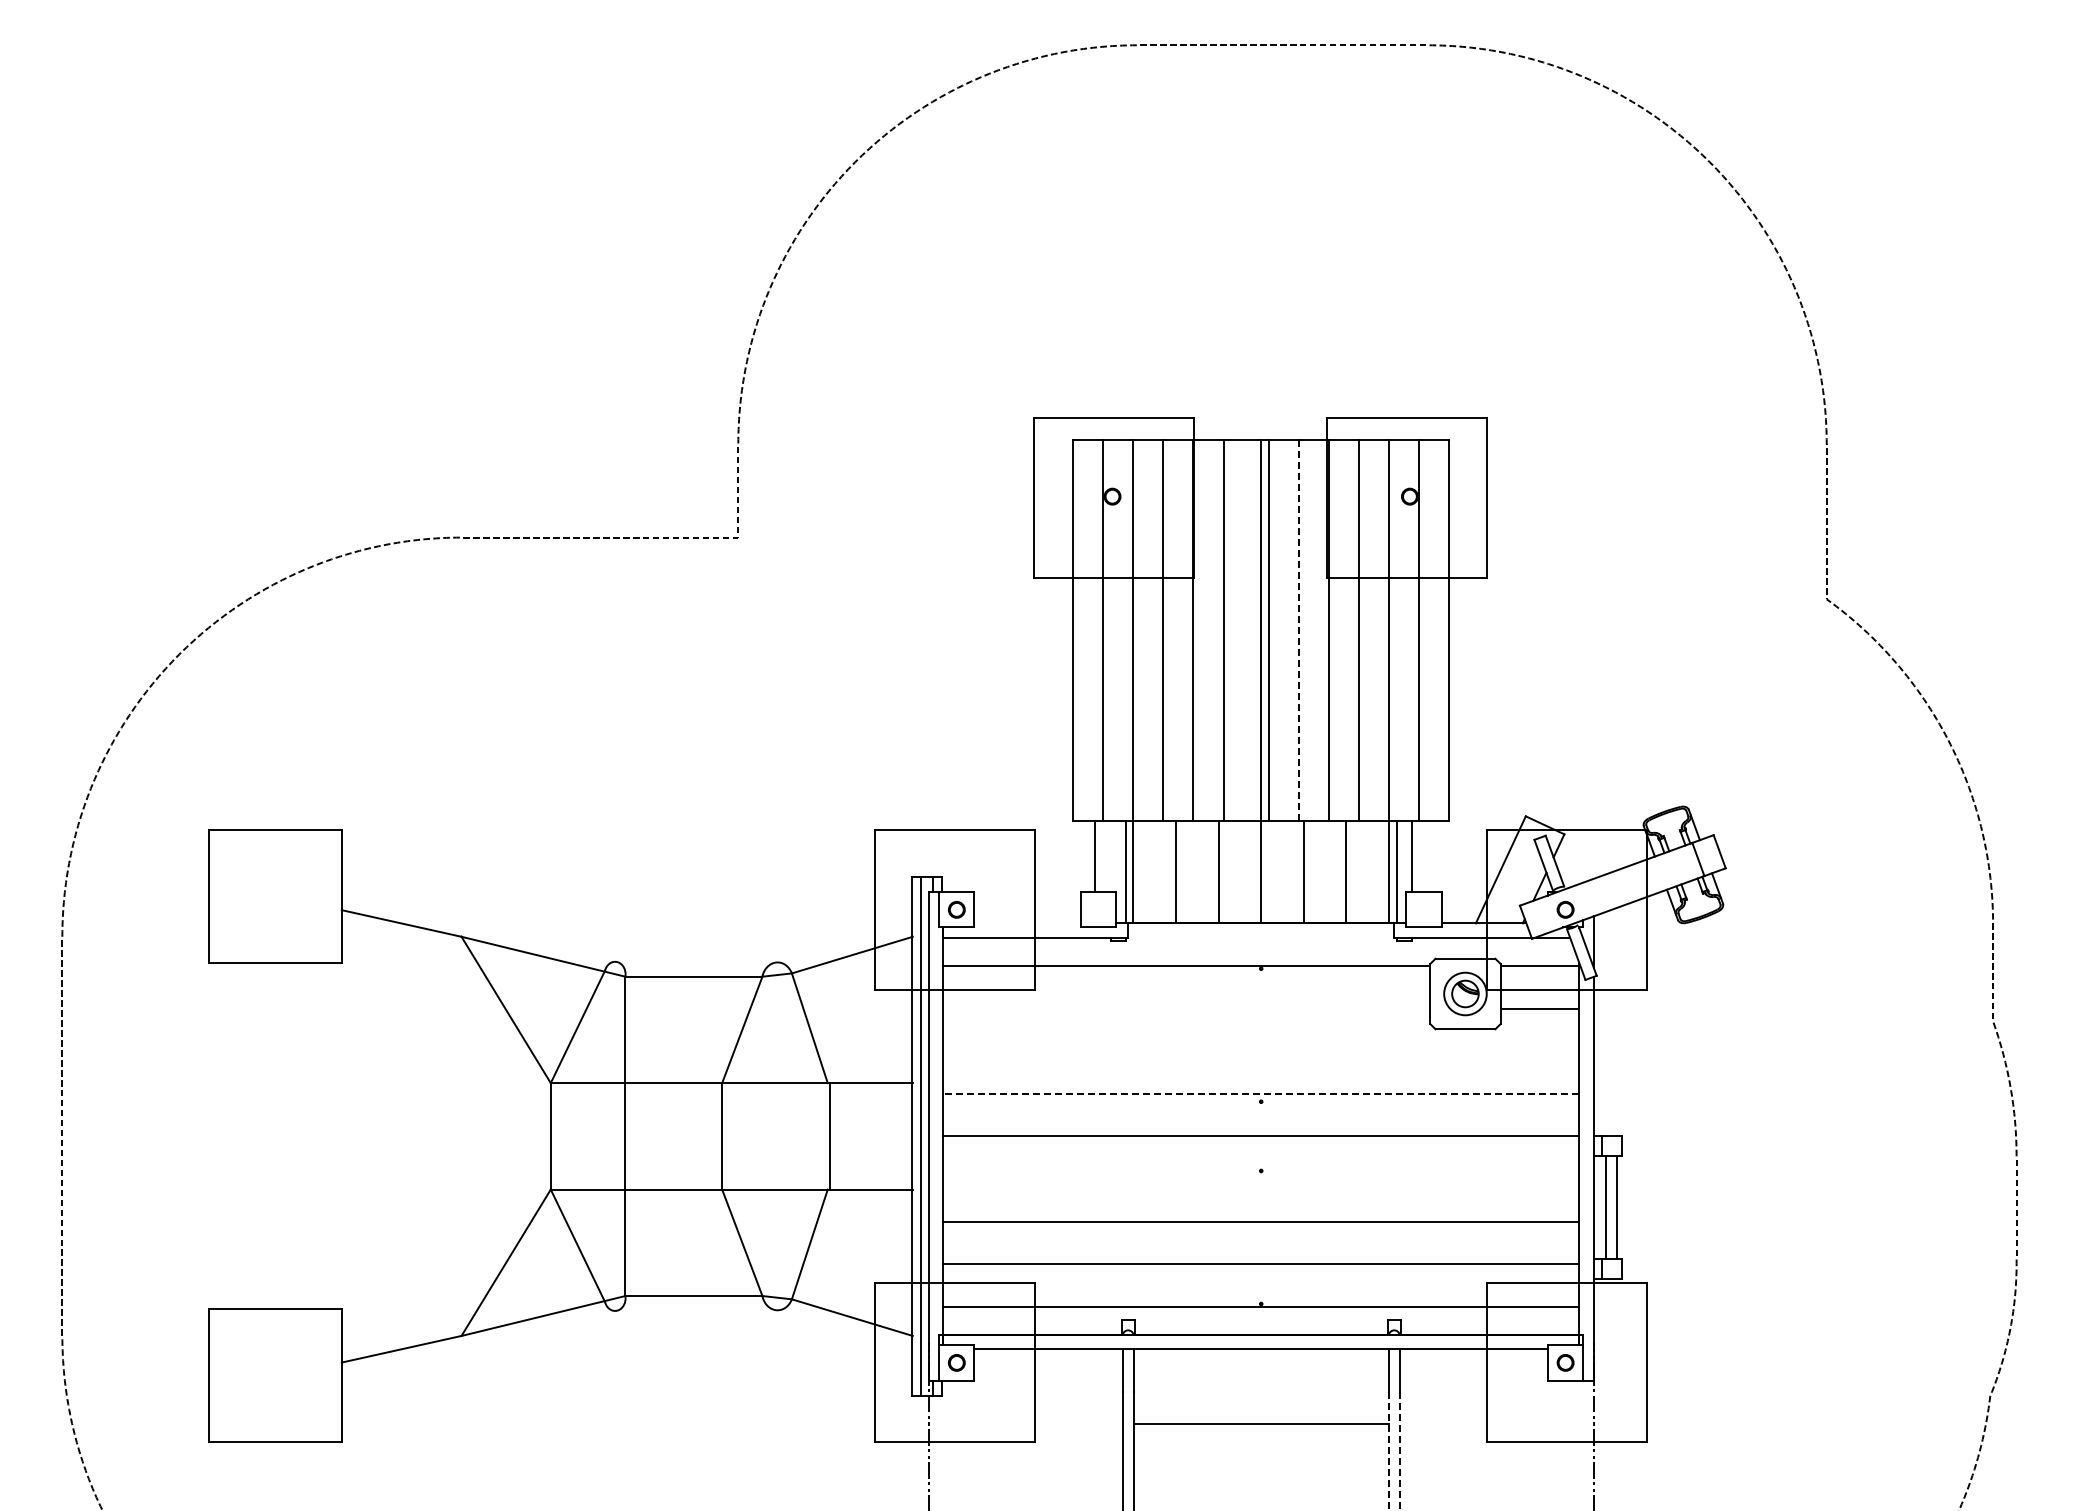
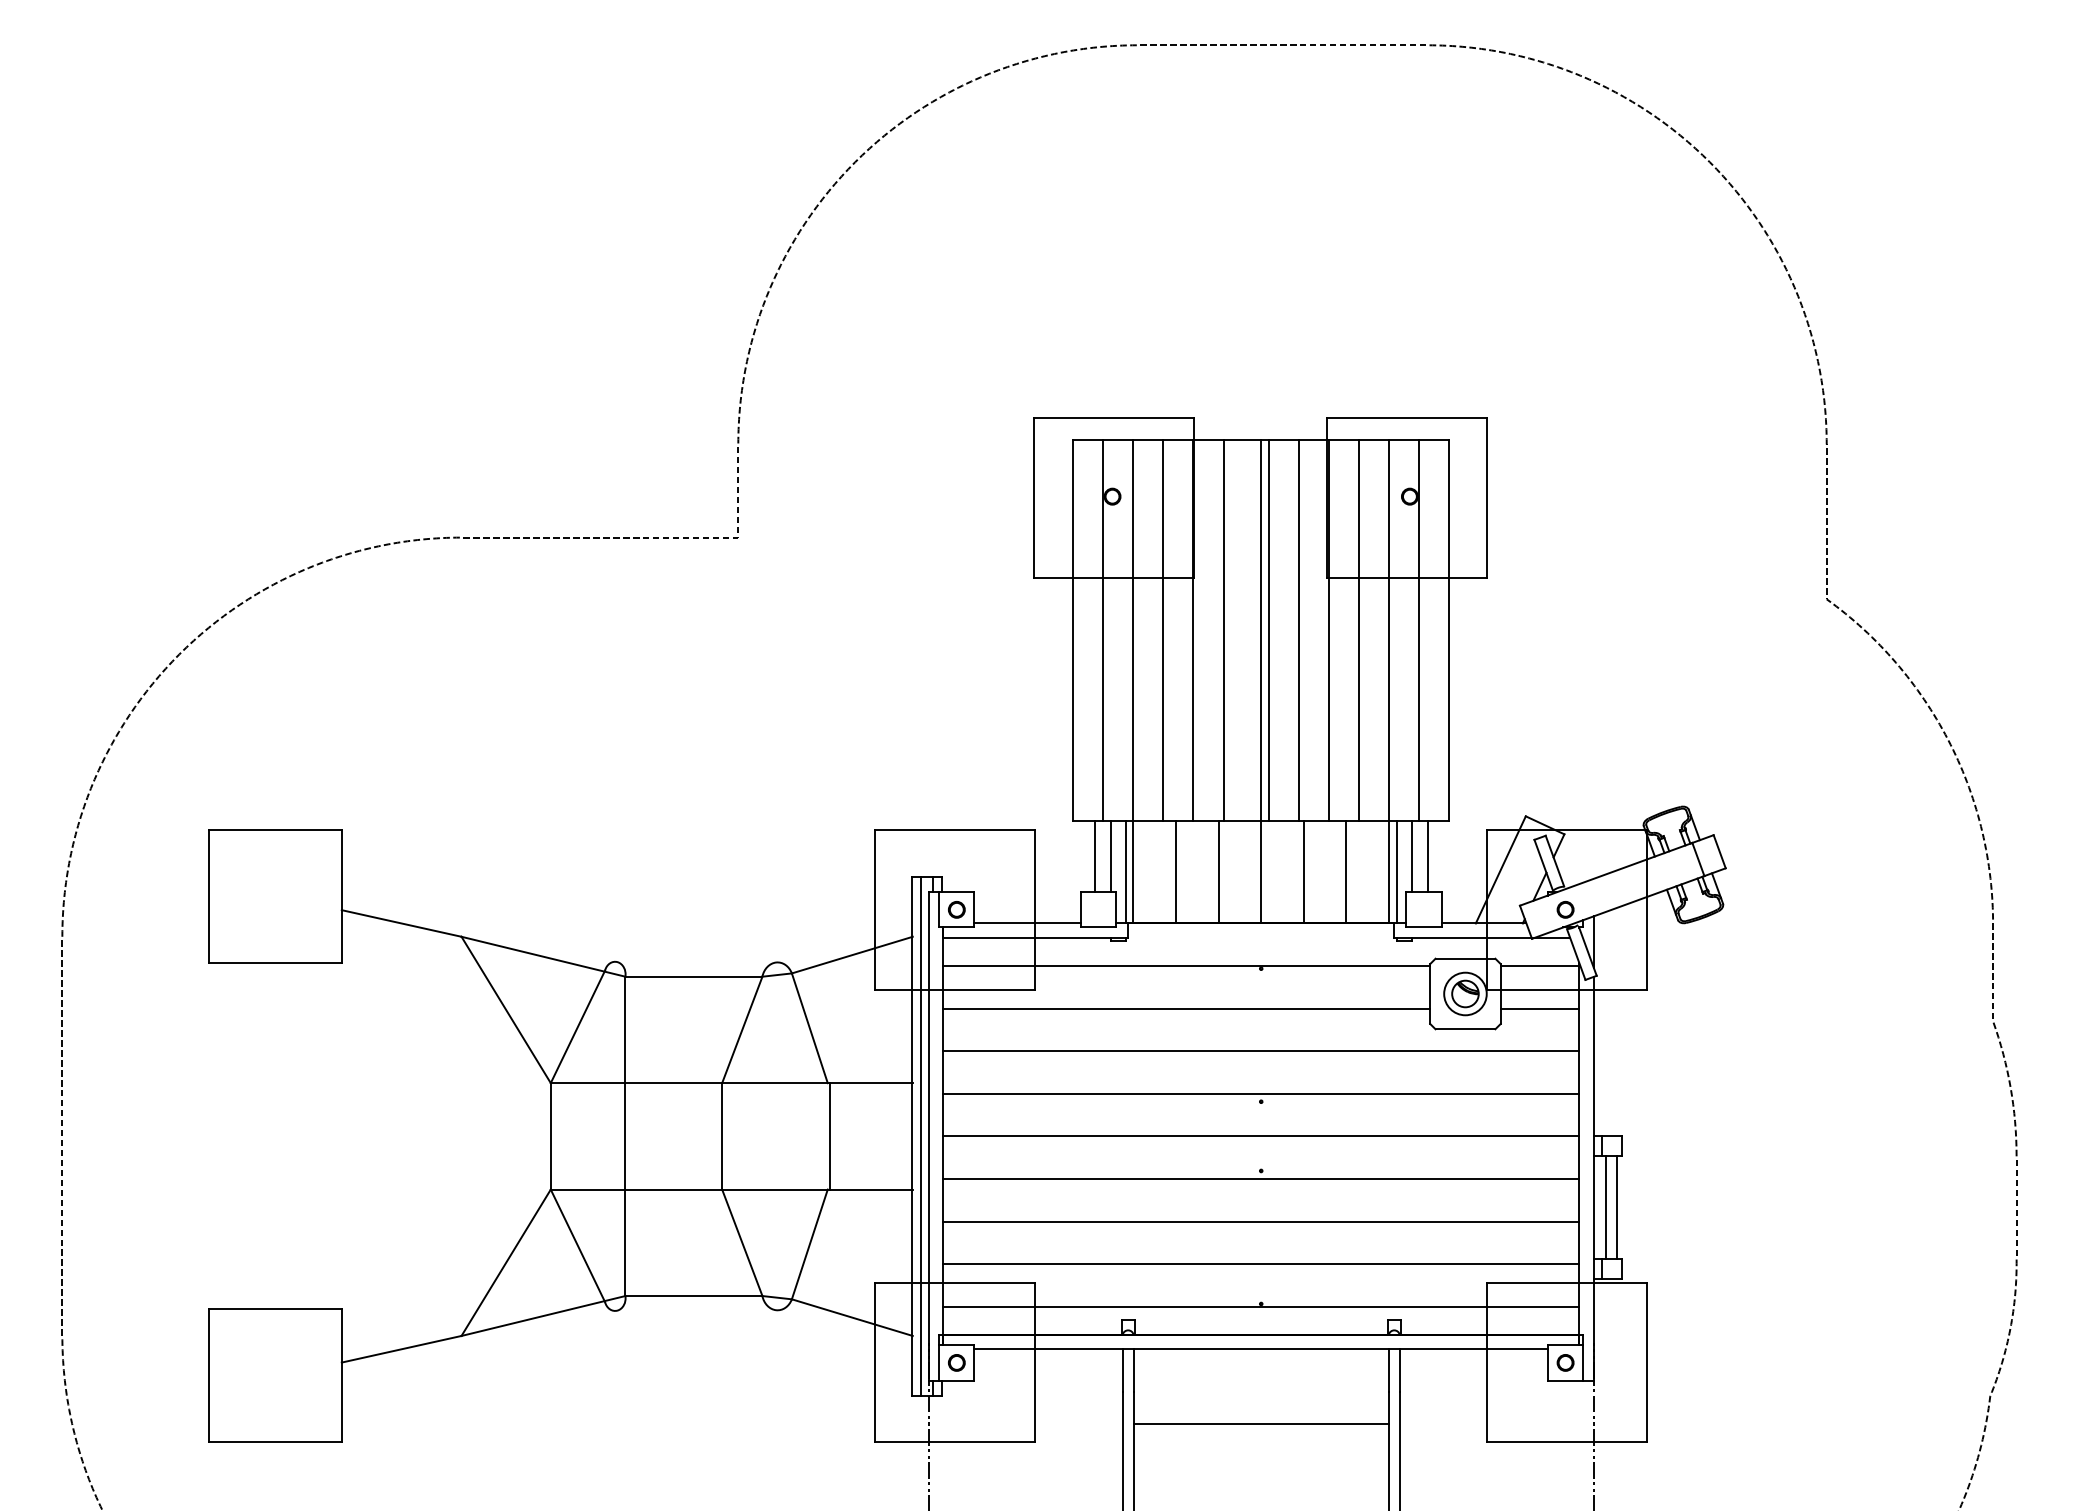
line at (1298, 630): dashed -> solid
line at (1110, 856): none -> present
line at (1427, 856): none -> present
line at (1027, 923): none -> present
line at (1186, 1008): none -> present
line at (1261, 1051): none -> present
line at (1260, 1093): dashed -> solid
line at (1261, 1178): none -> present
line at (1388, 1451): dashed -> solid
line at (1399, 1451): dashed -> solid
